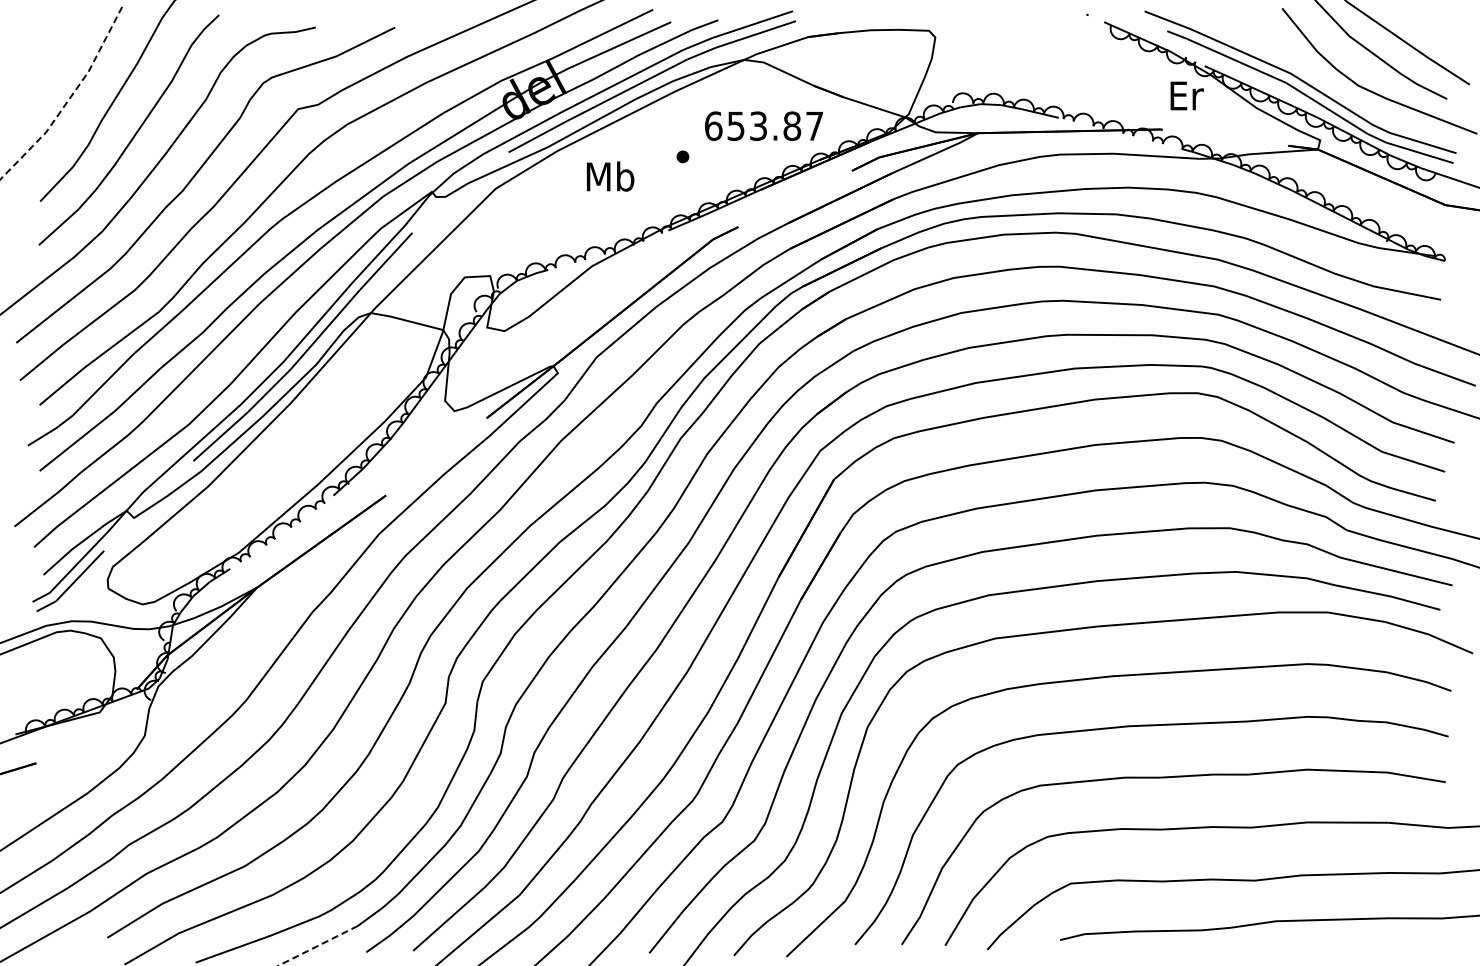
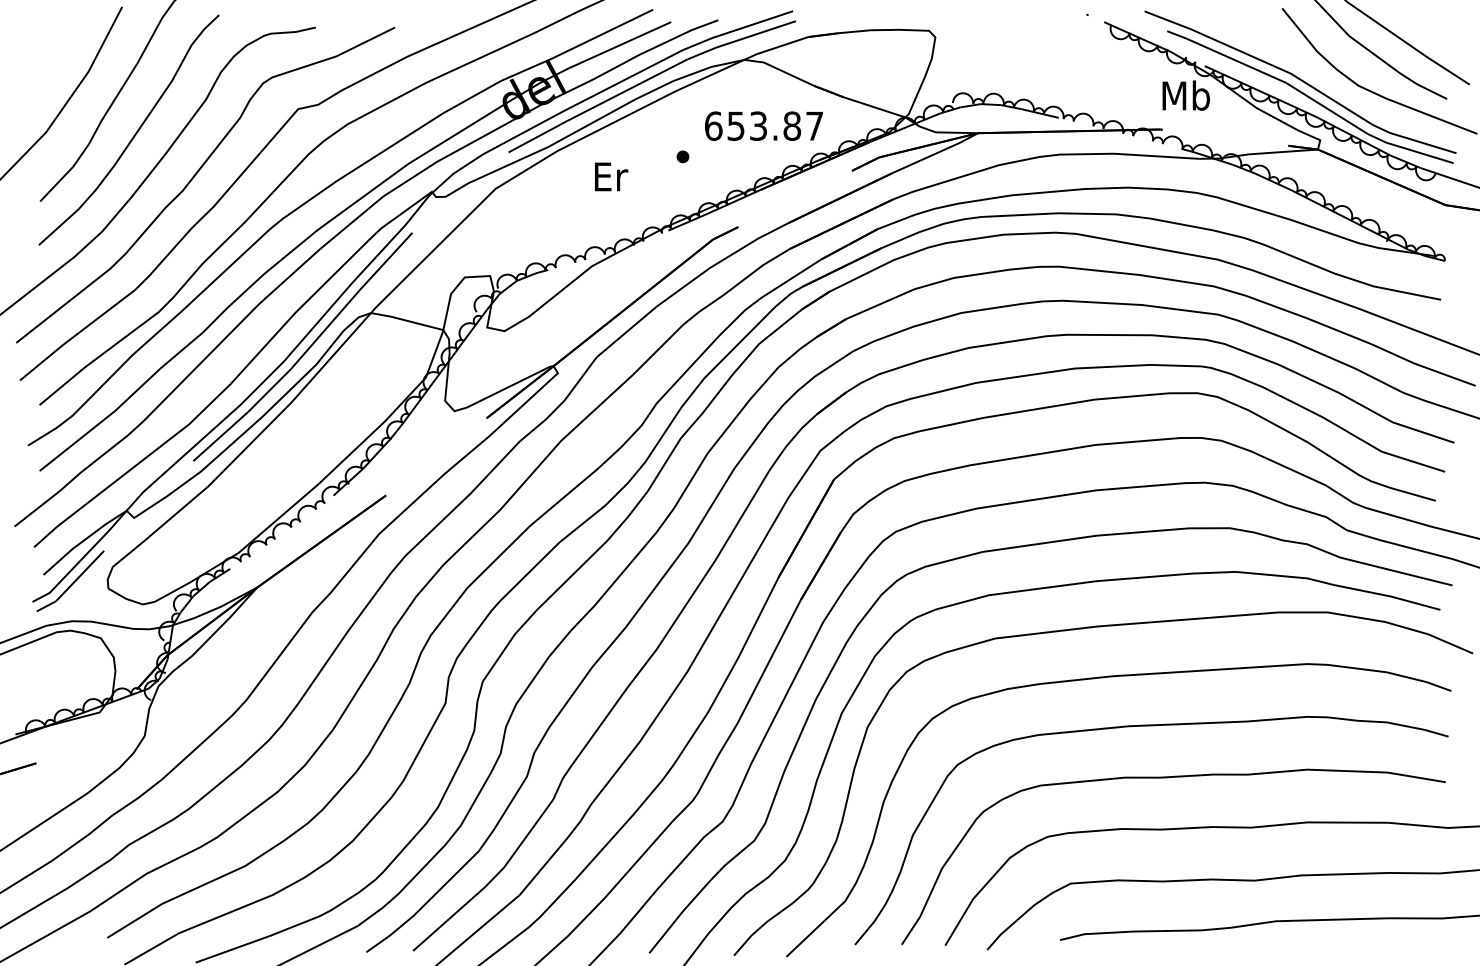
text at (1186, 95): Er -> Mb
line at (69, 98): dashed -> solid
text at (610, 176): Mb -> Er
line at (317, 946): dashed -> solid
